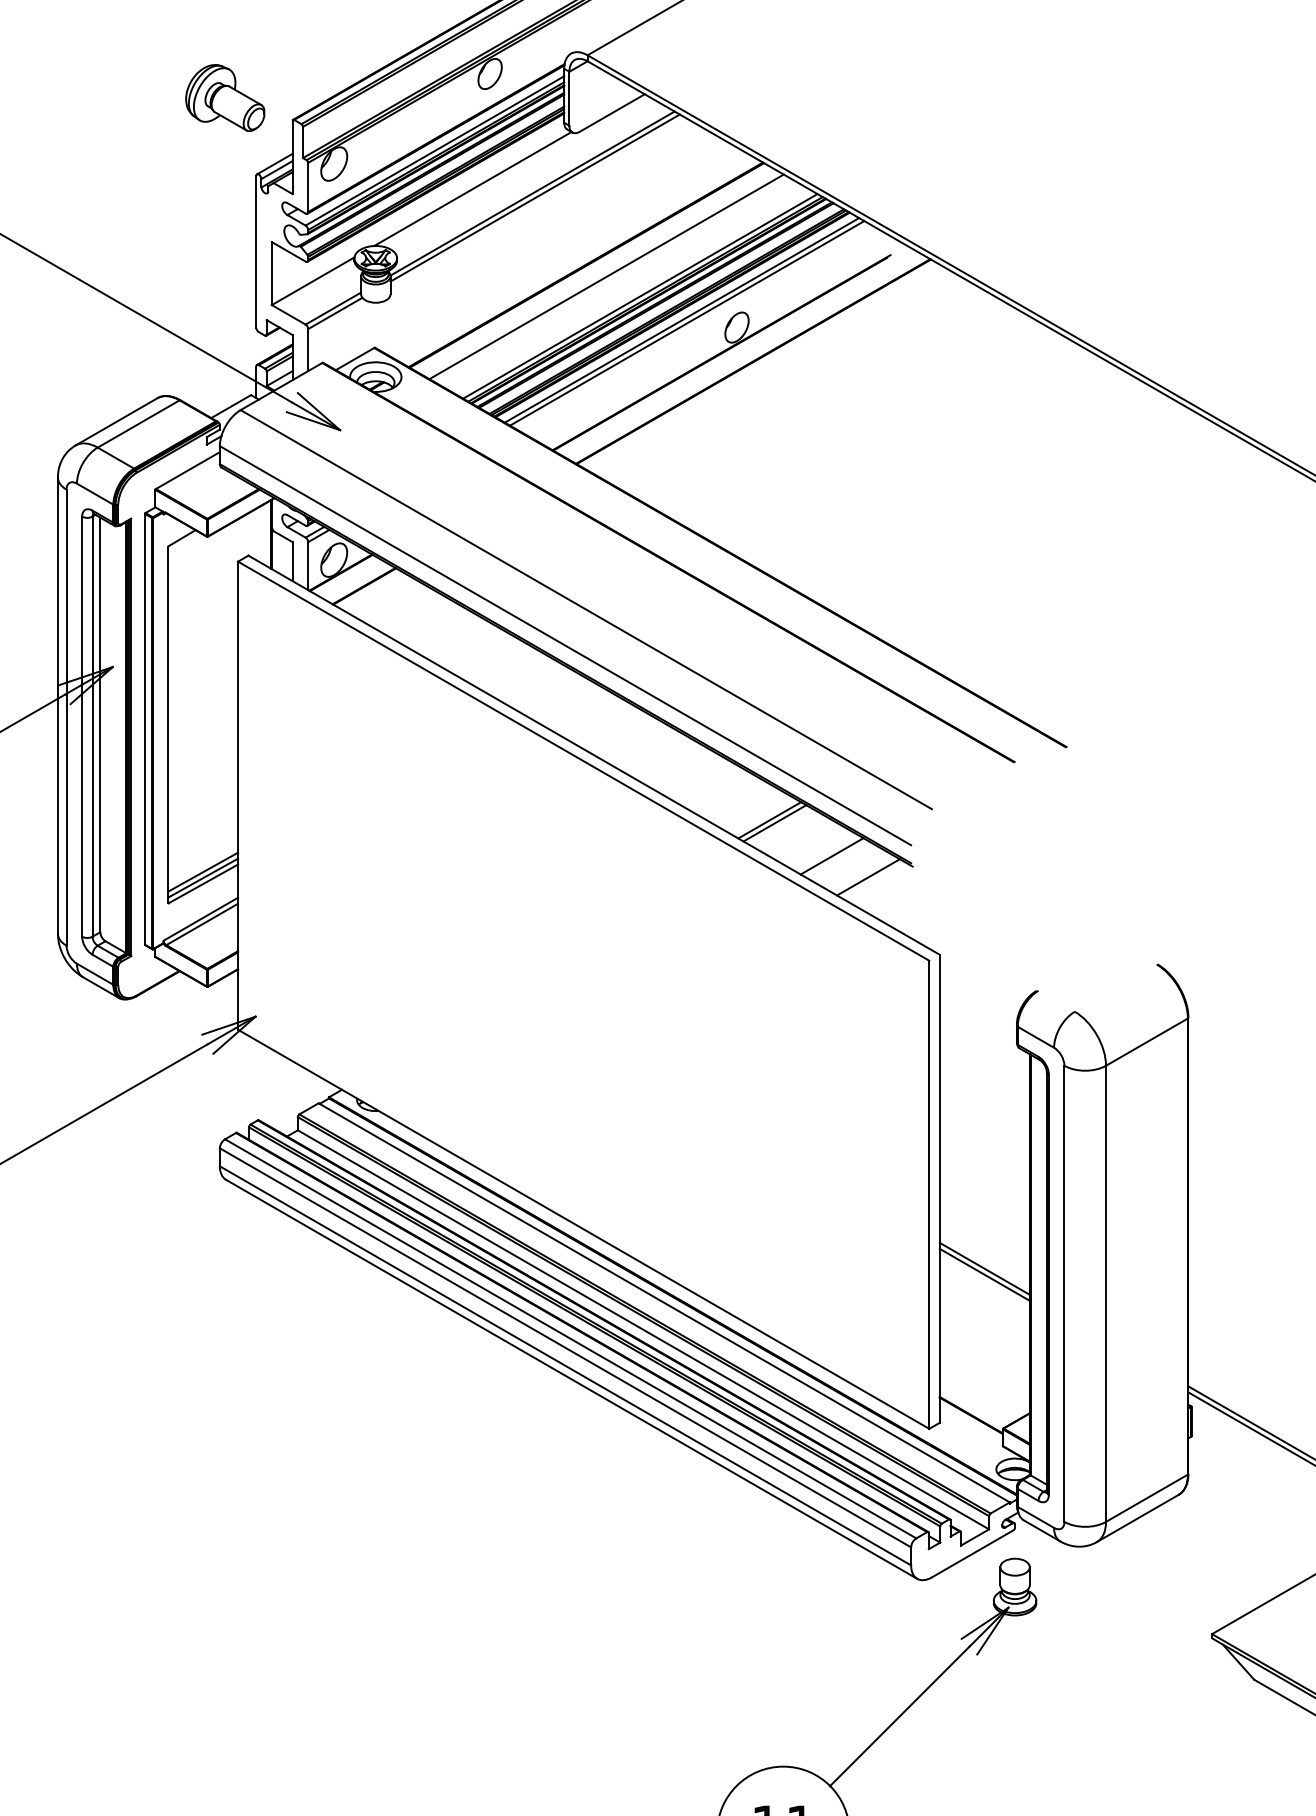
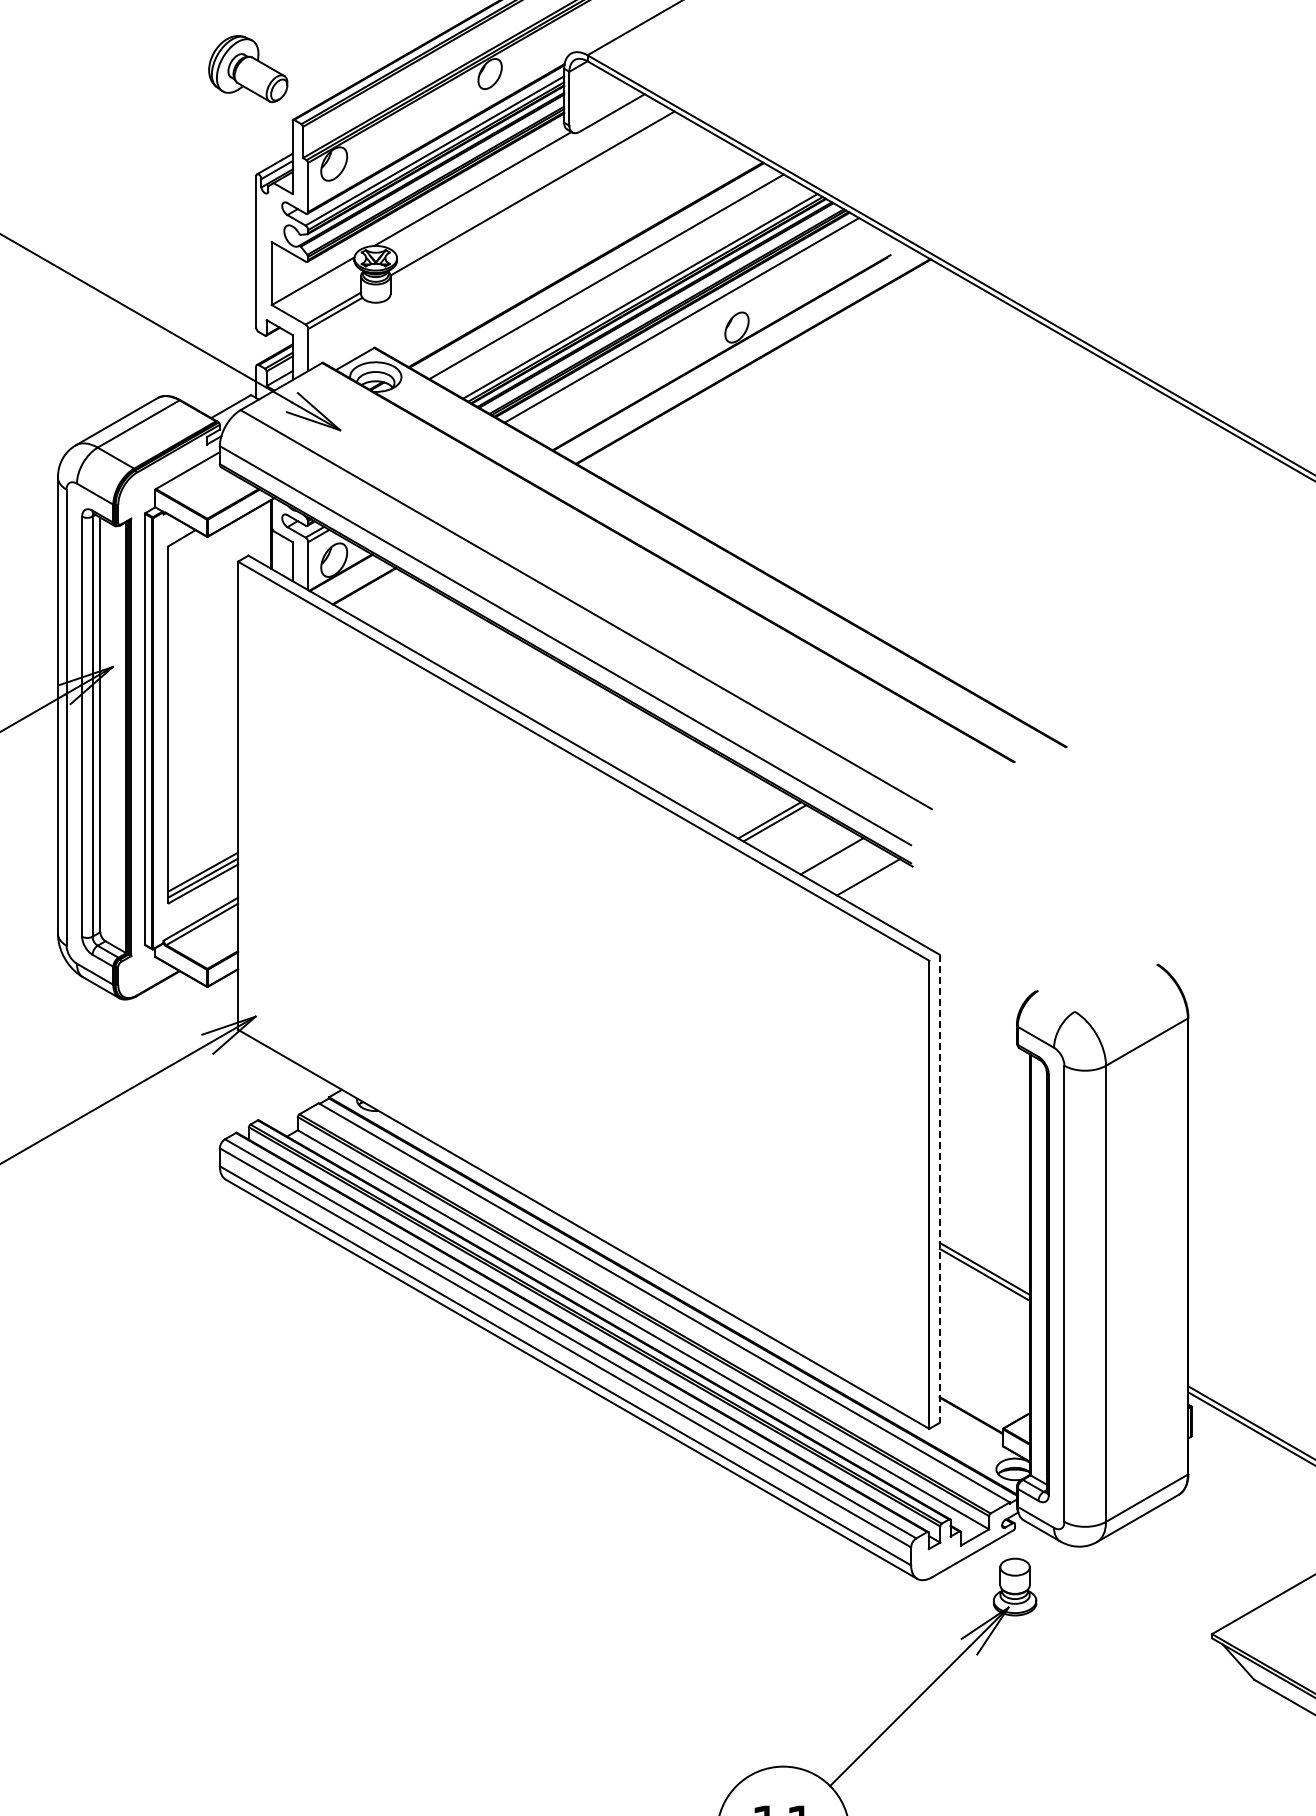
part at (225, 98) position: (225, 98) -> (248, 69)
line at (534, 197): present -> none
line at (687, 323): present -> none
line at (939, 1189): solid -> dashed
